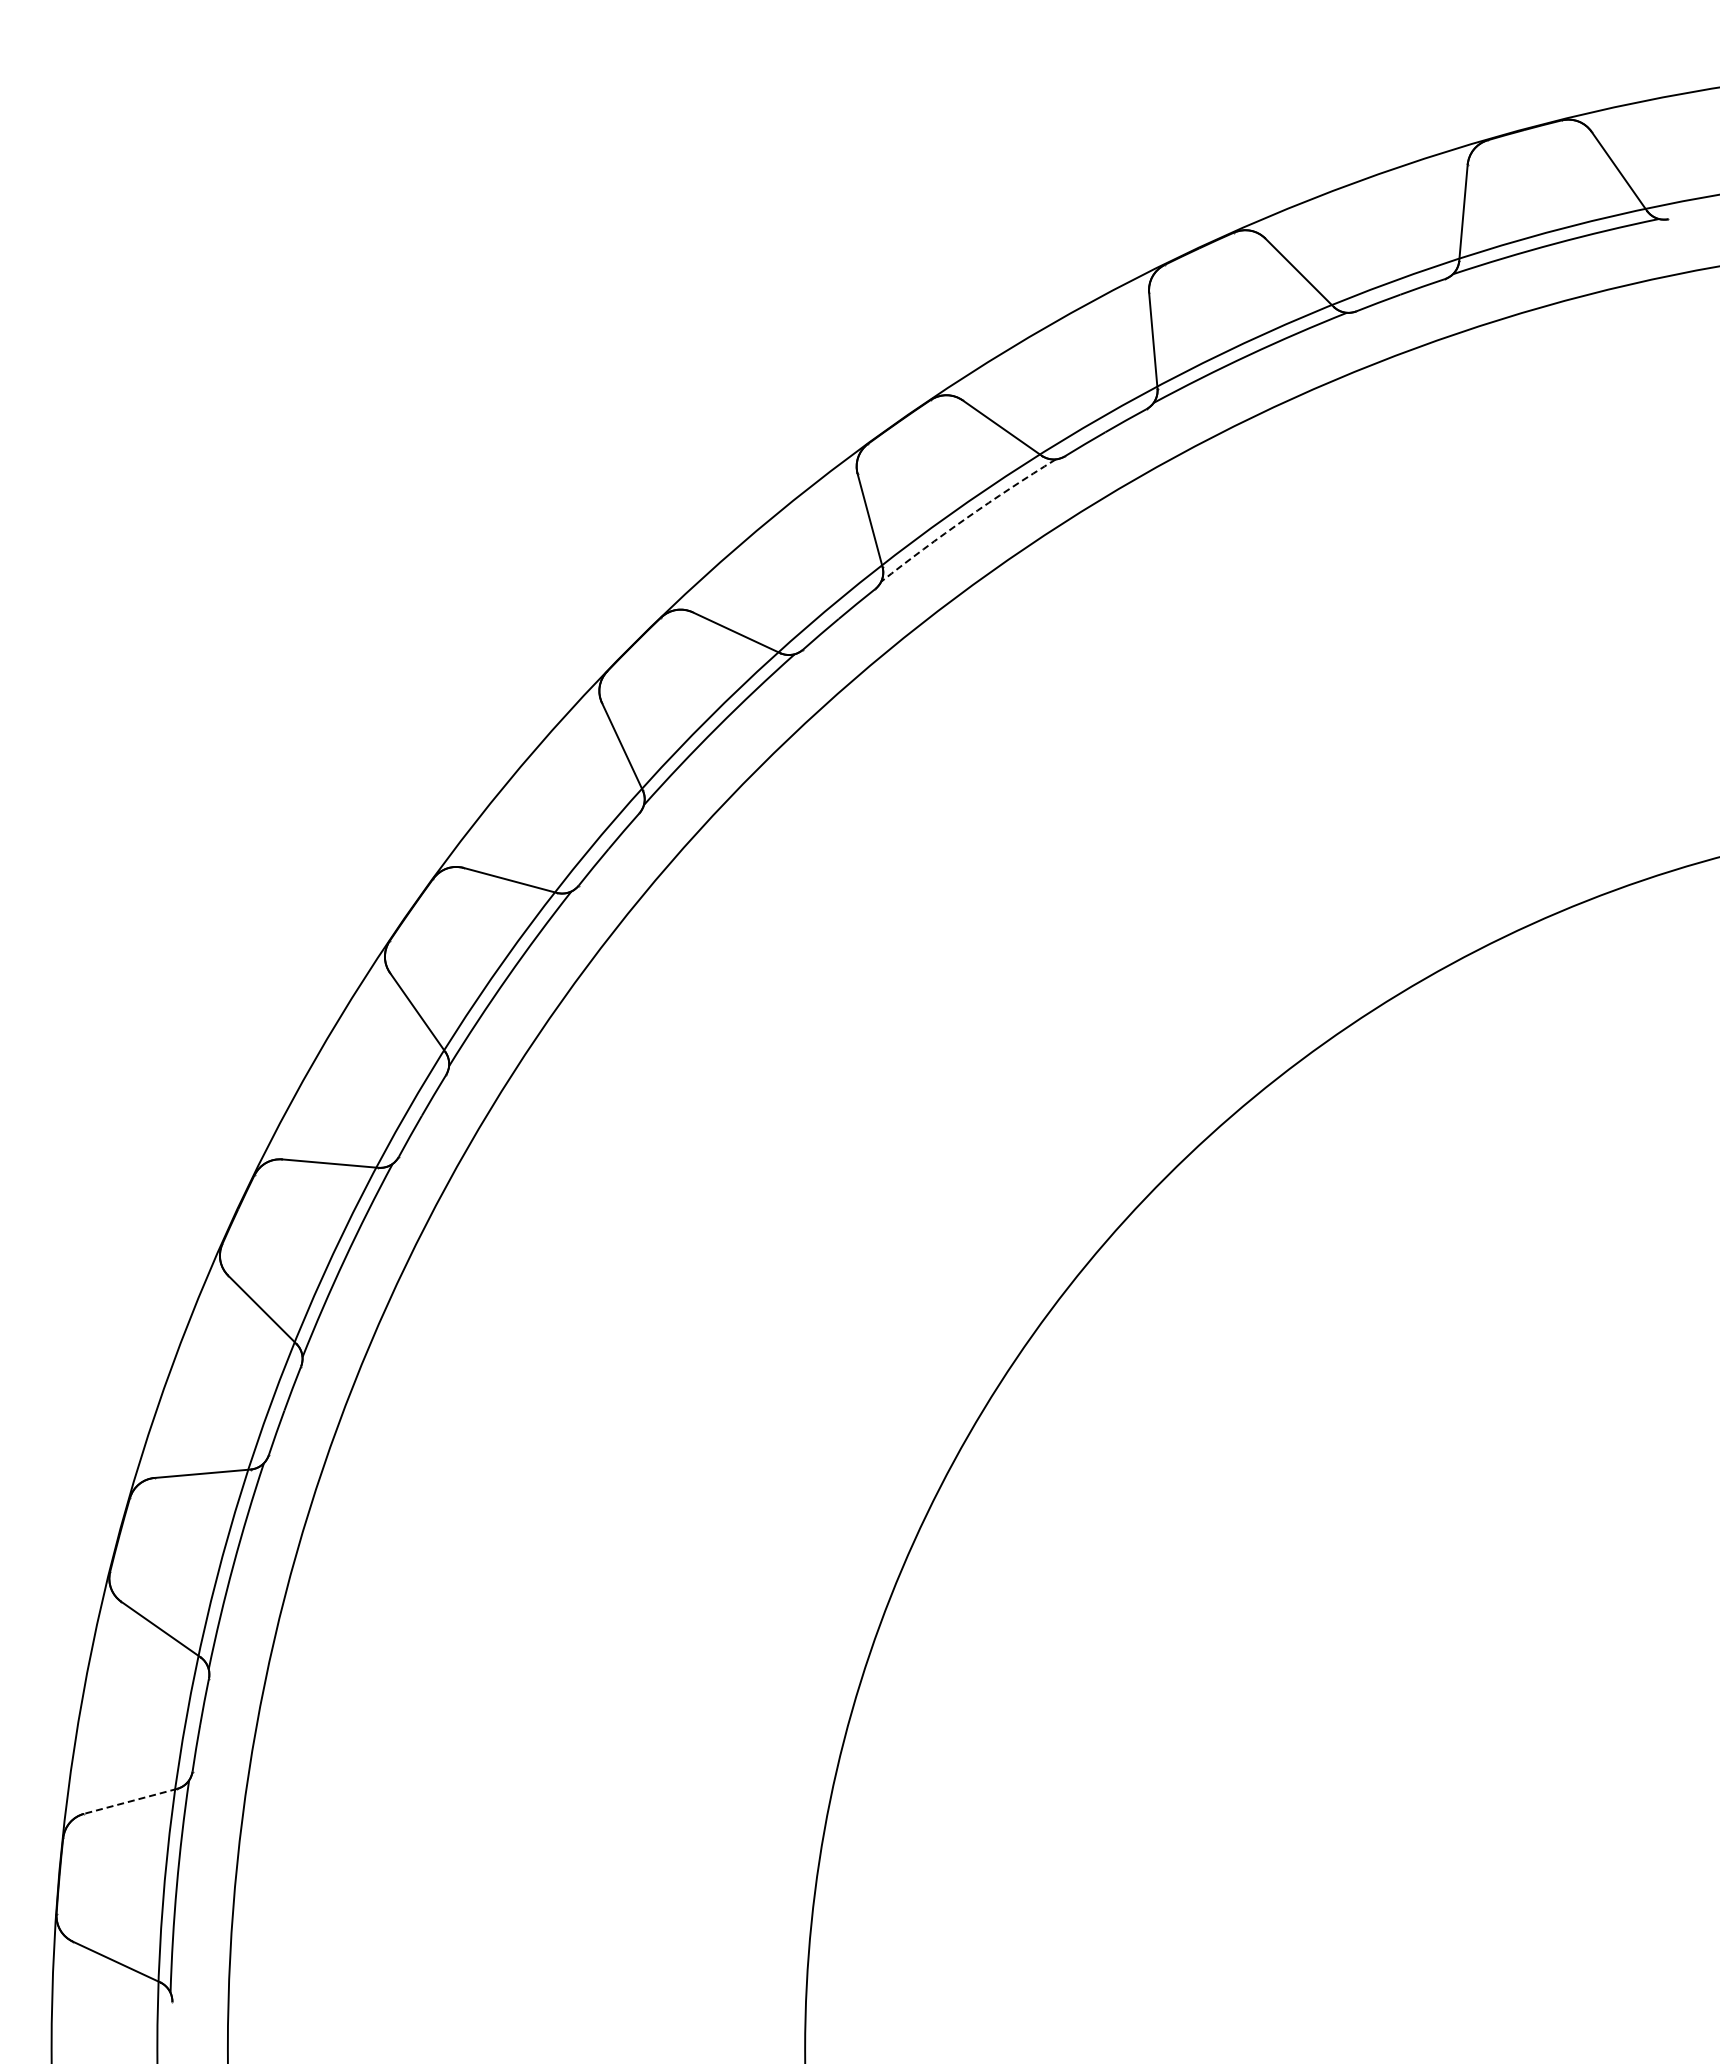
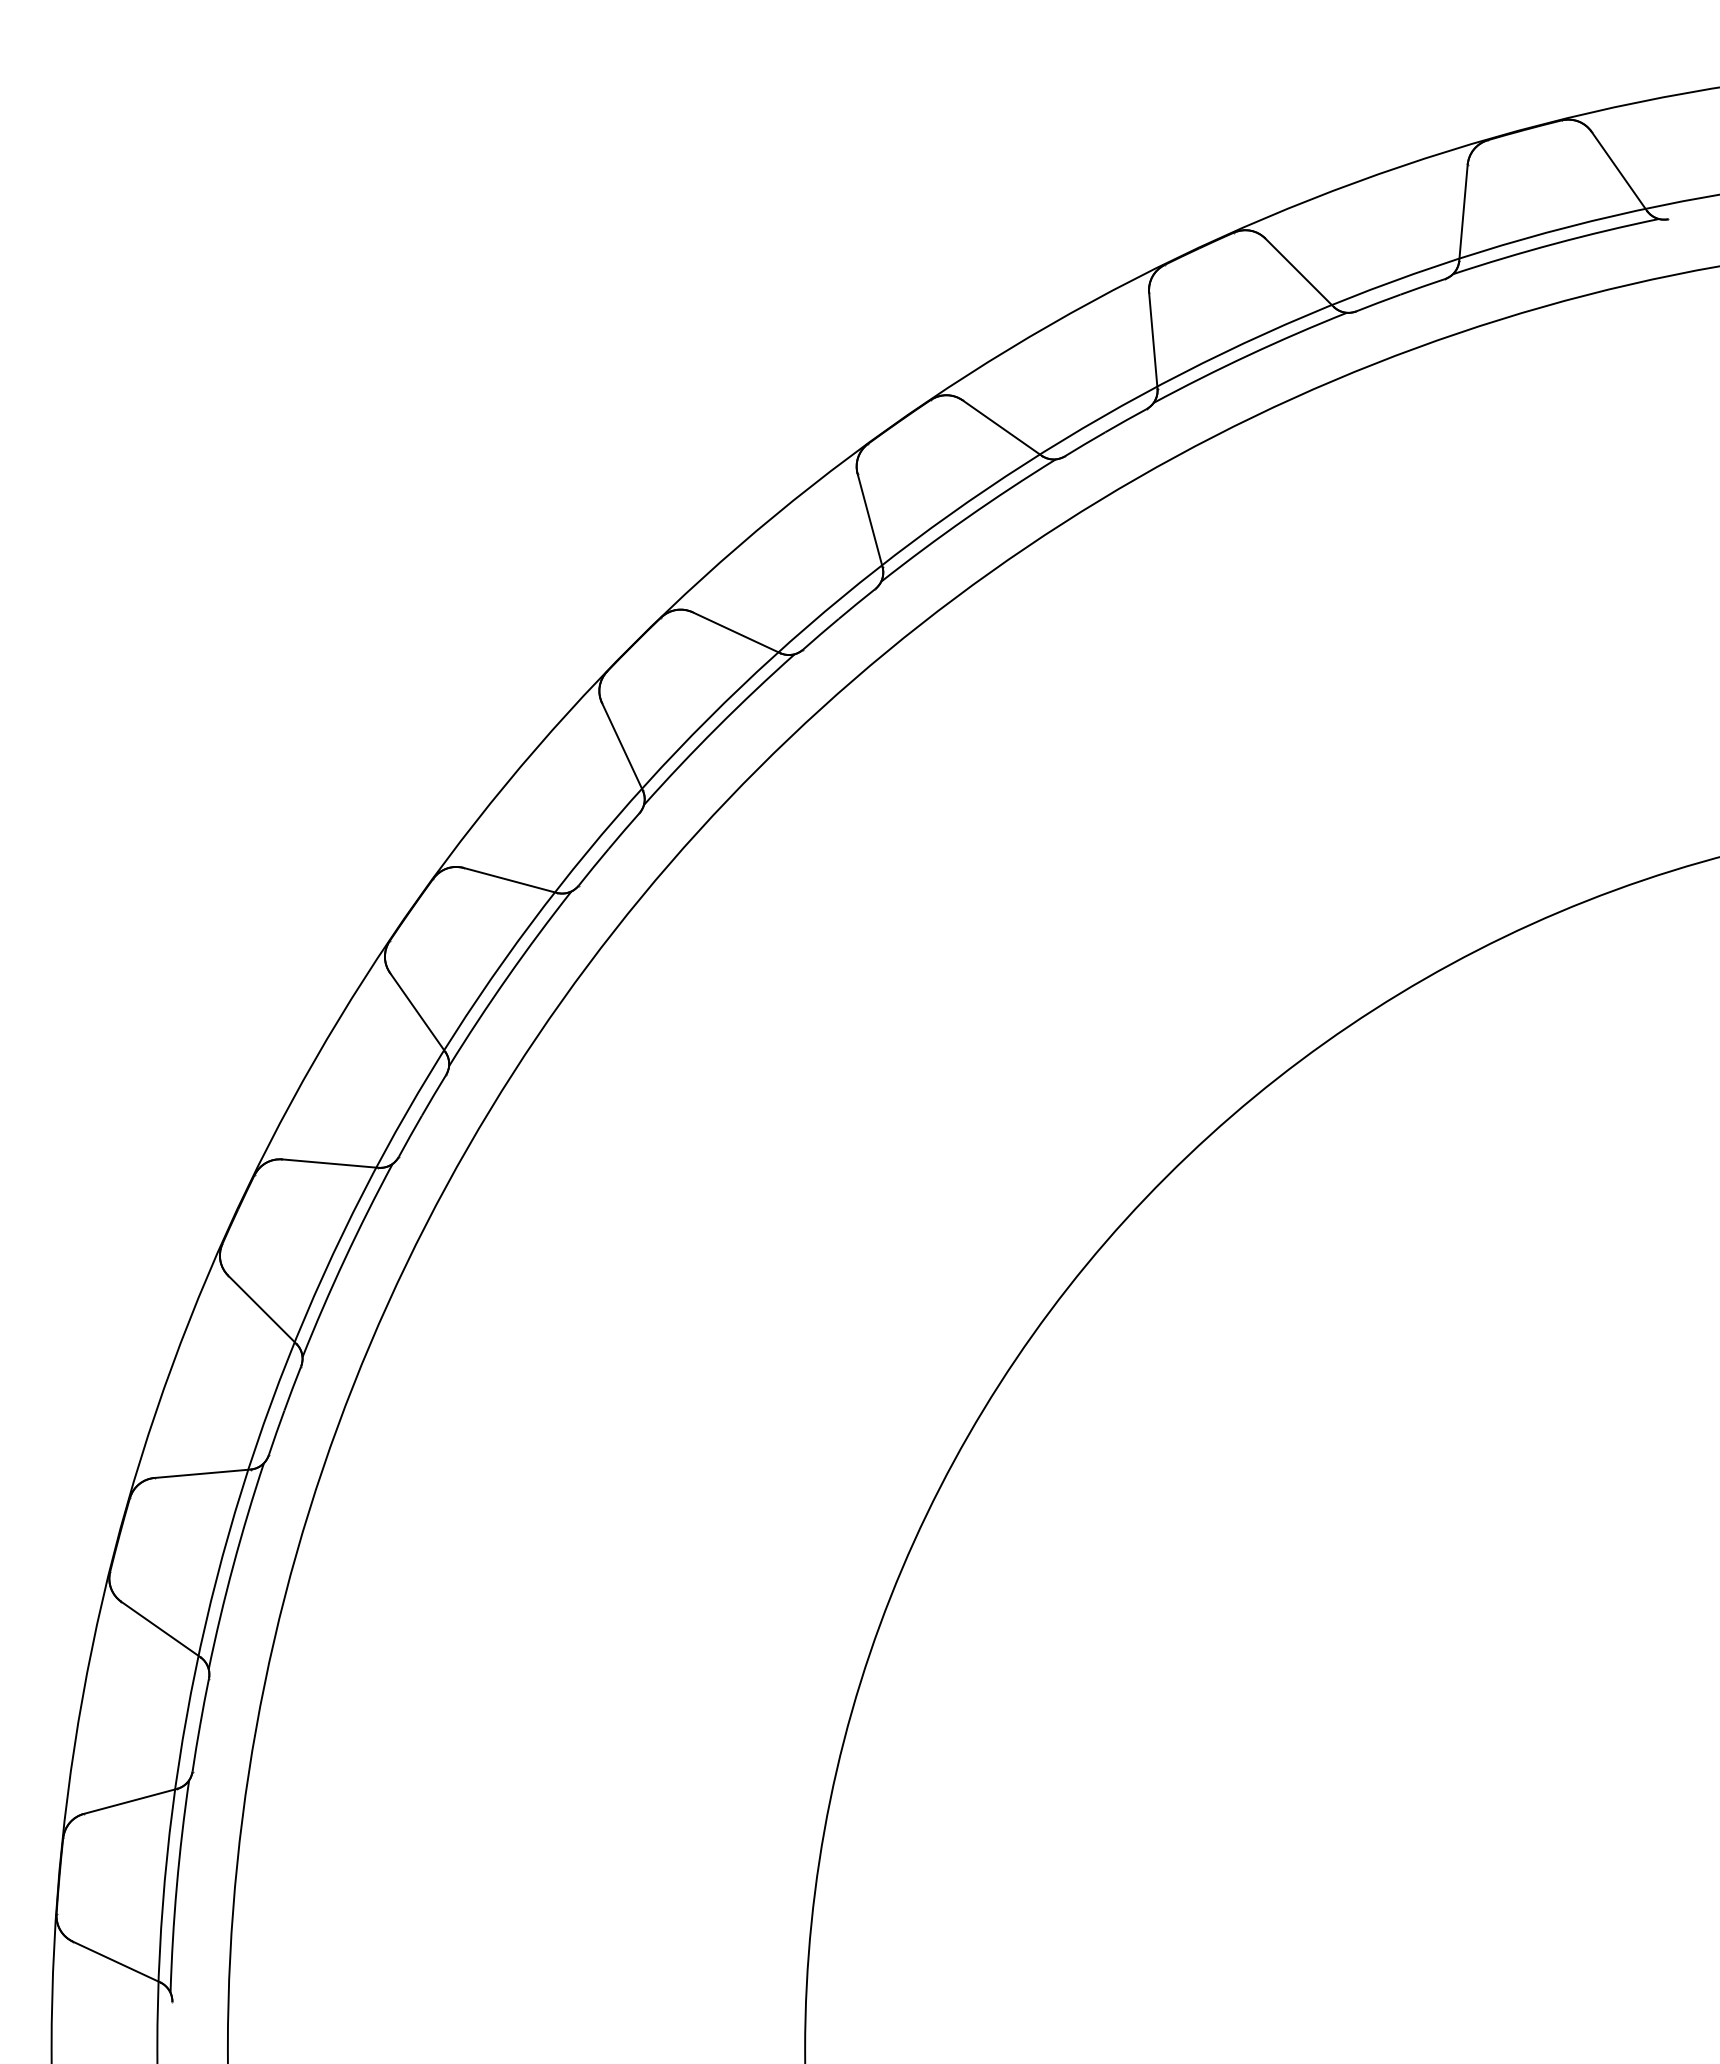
arc at (966, 518): dashed -> solid
line at (130, 1801): dashed -> solid
